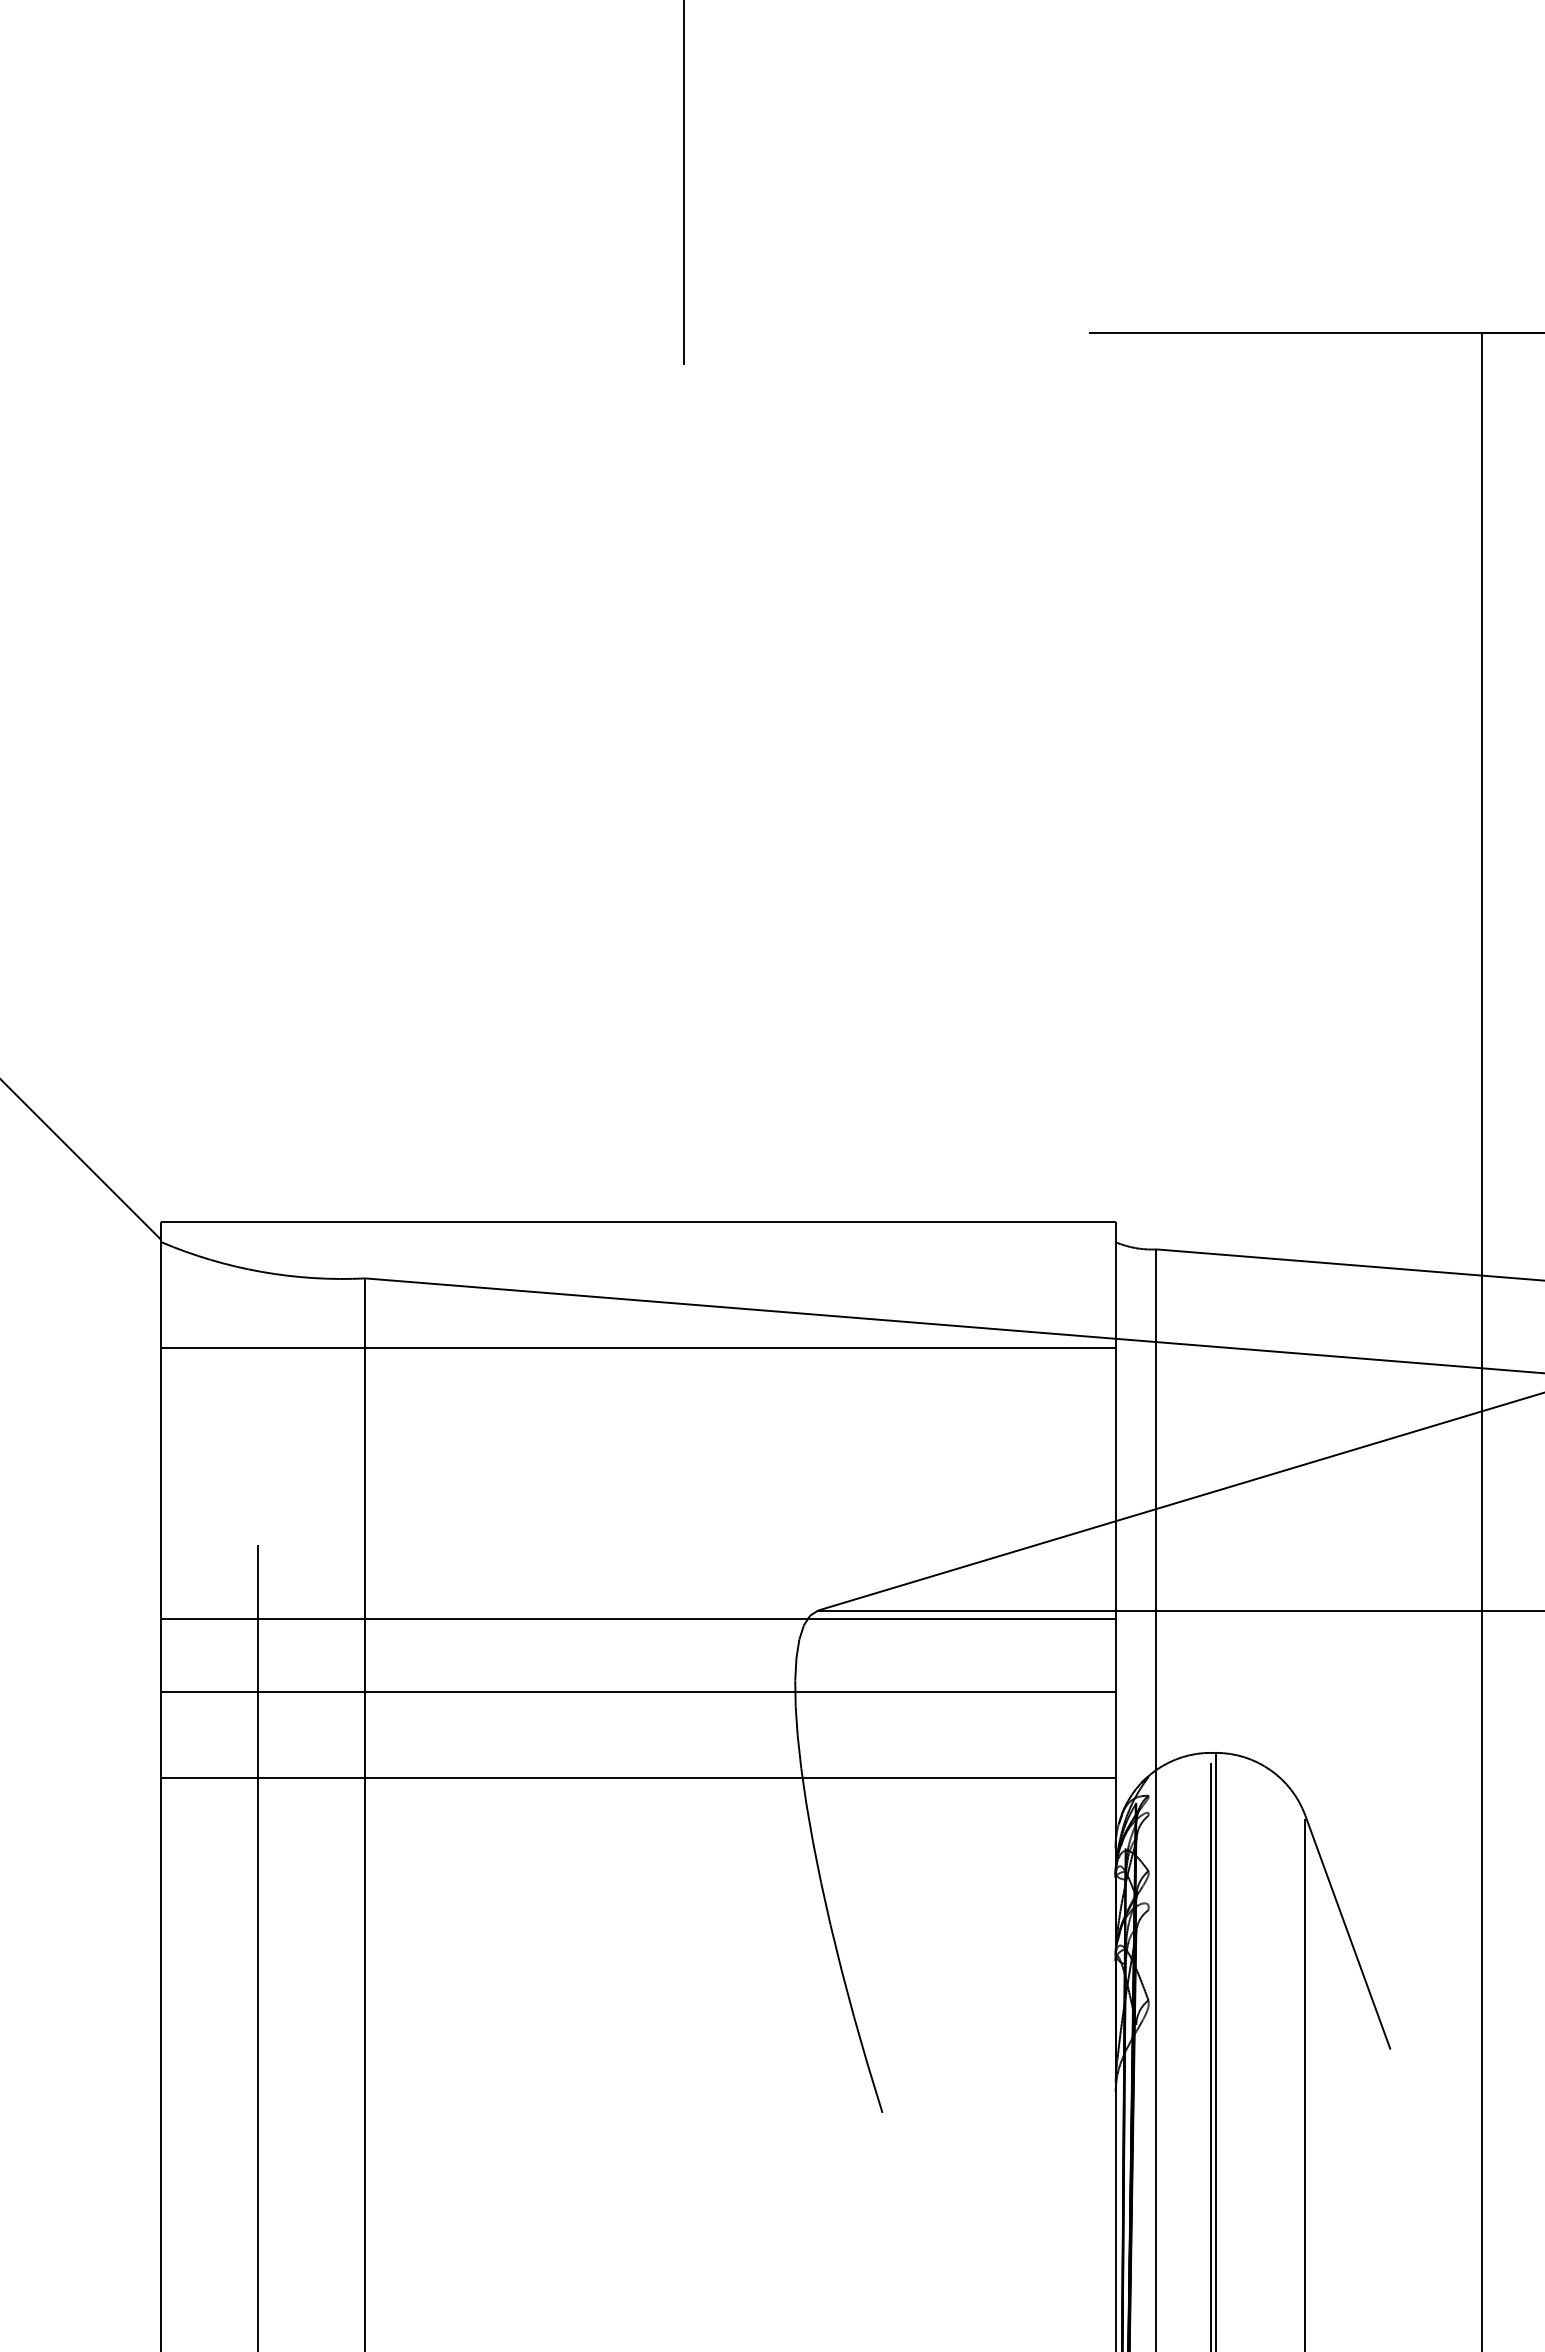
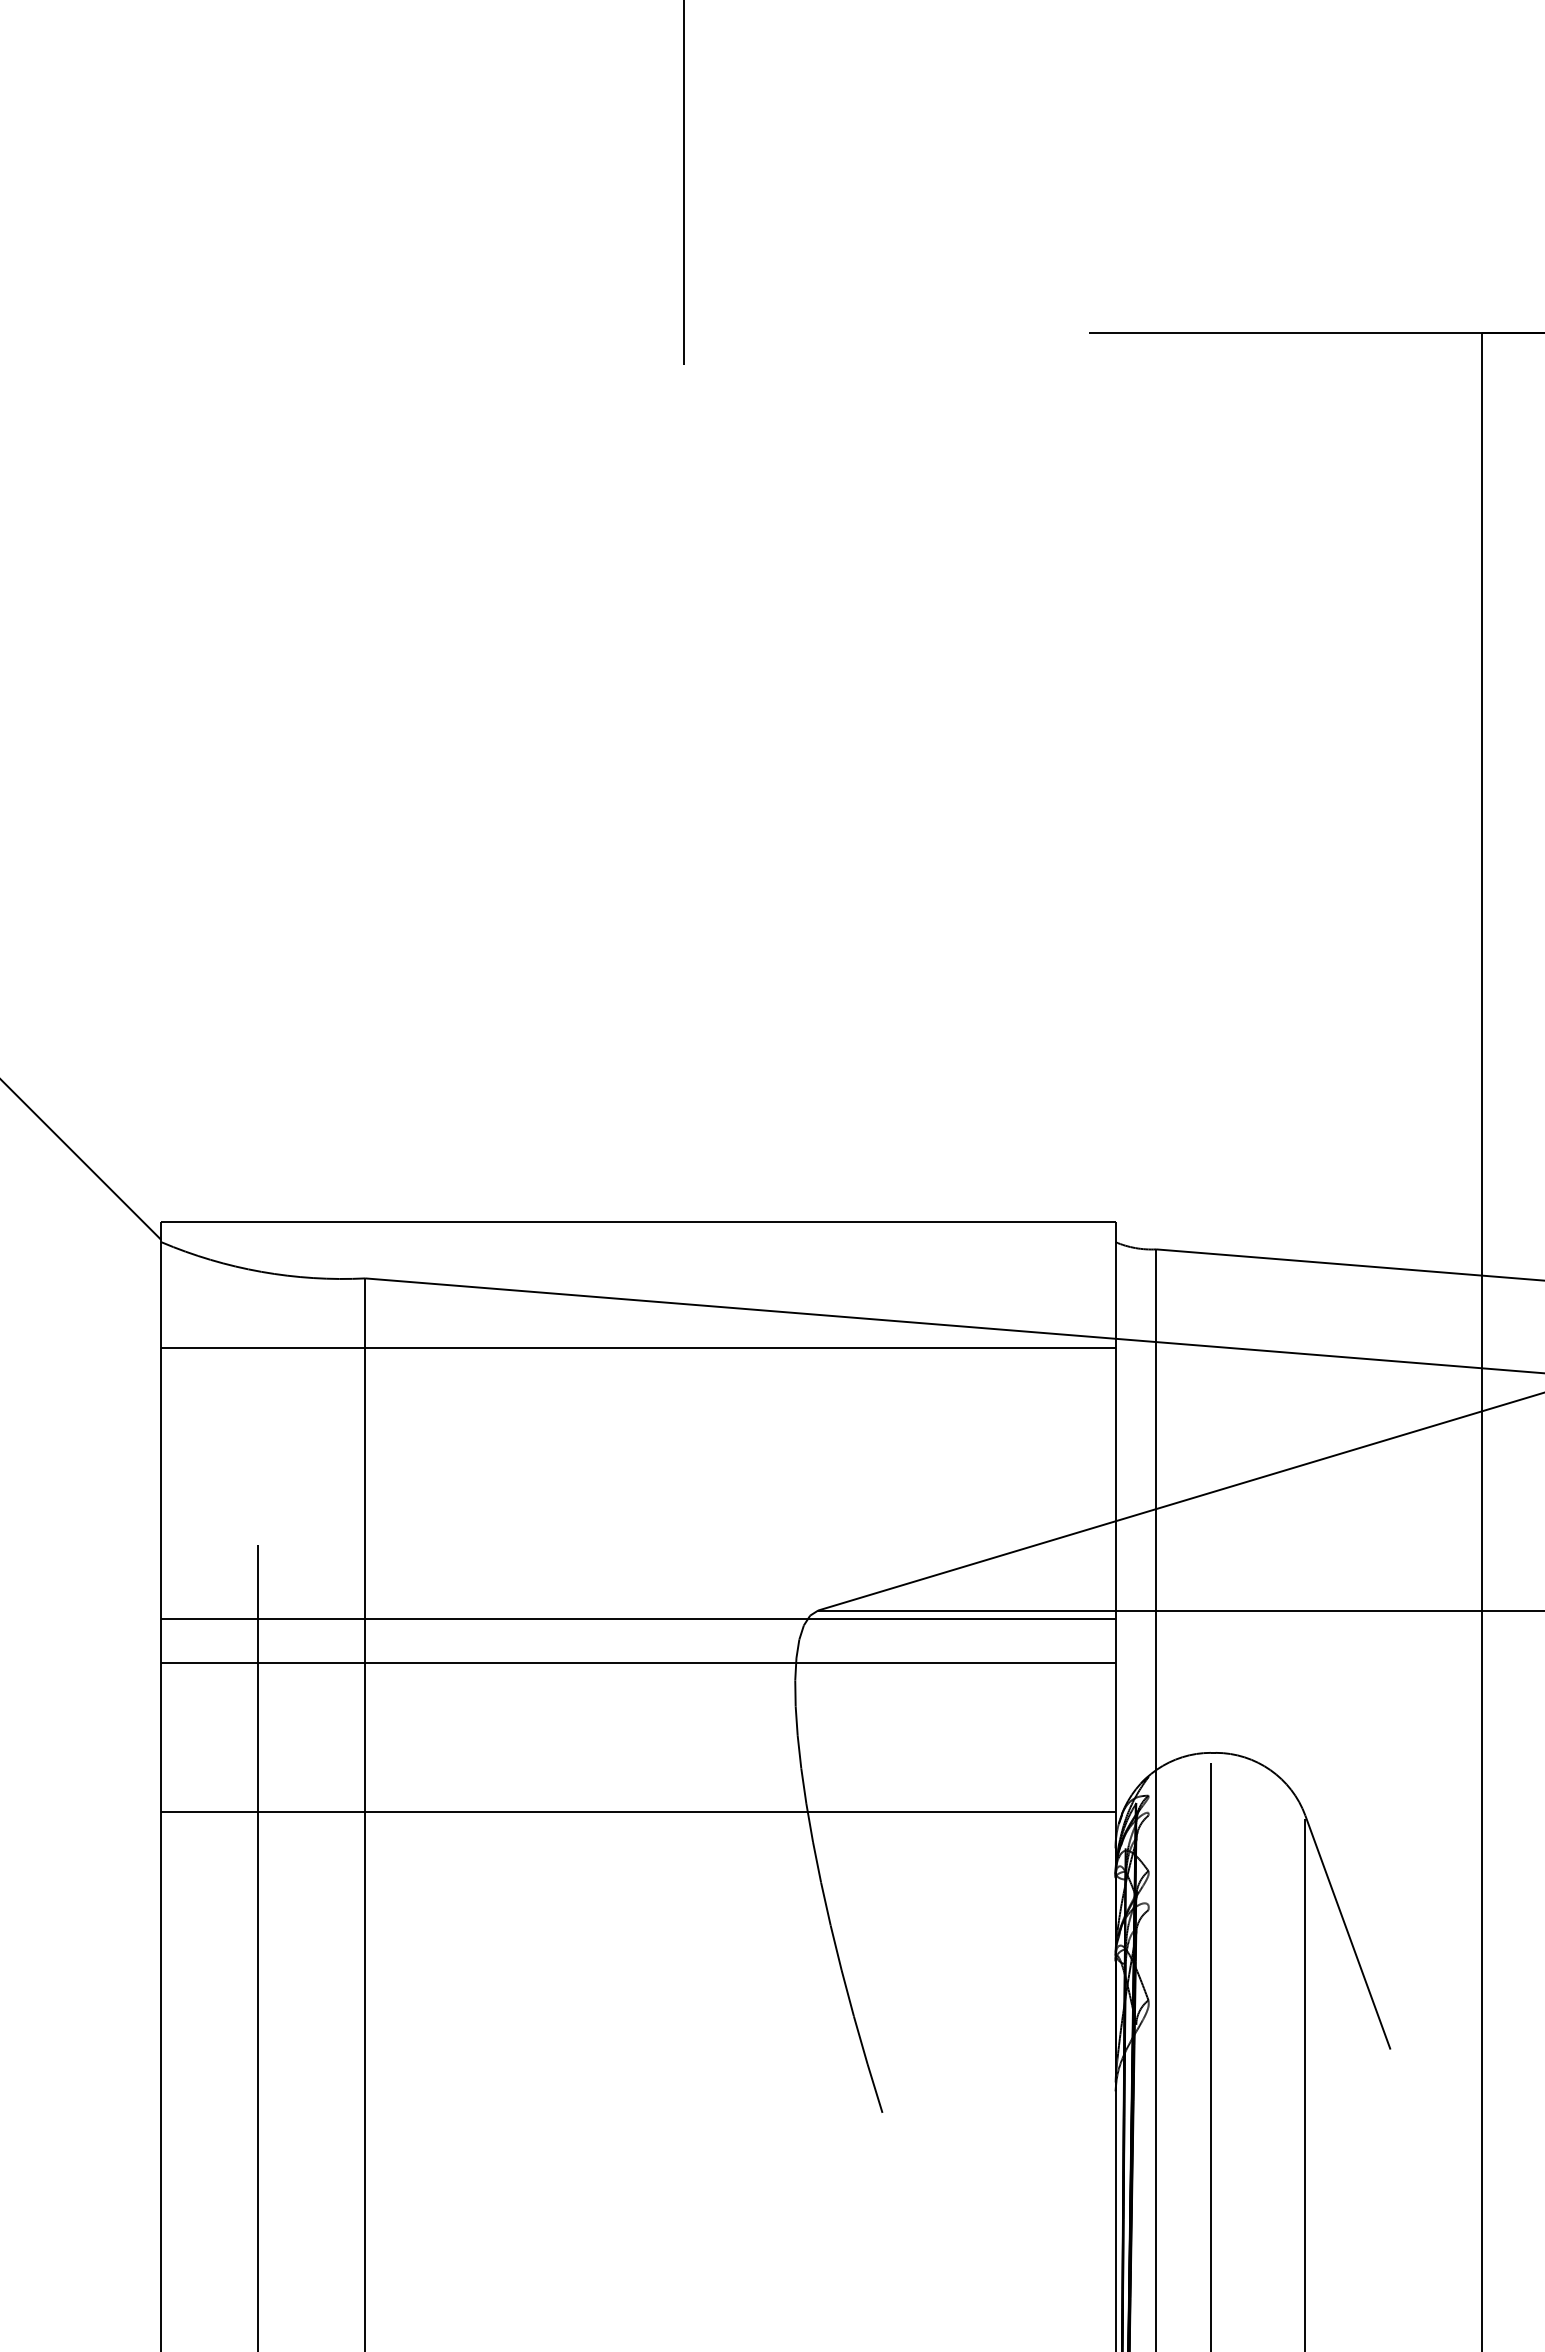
line at (638, 1691) position: (638, 1691) -> (638, 1662)
line at (638, 1777) position: (638, 1777) -> (638, 1811)
line at (1215, 2050): present -> none
